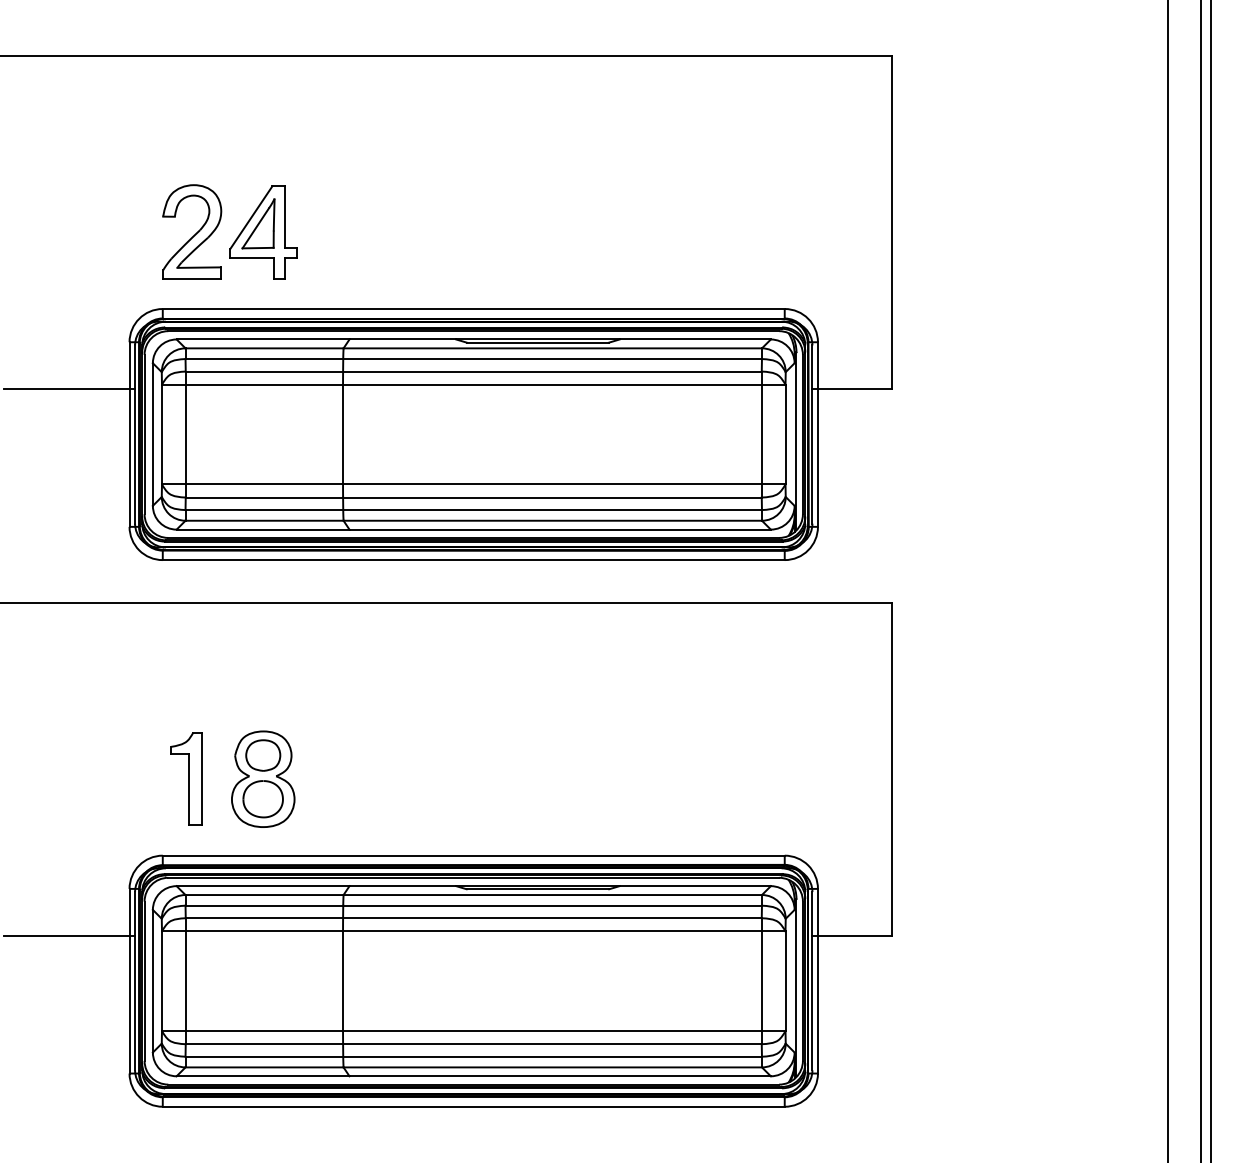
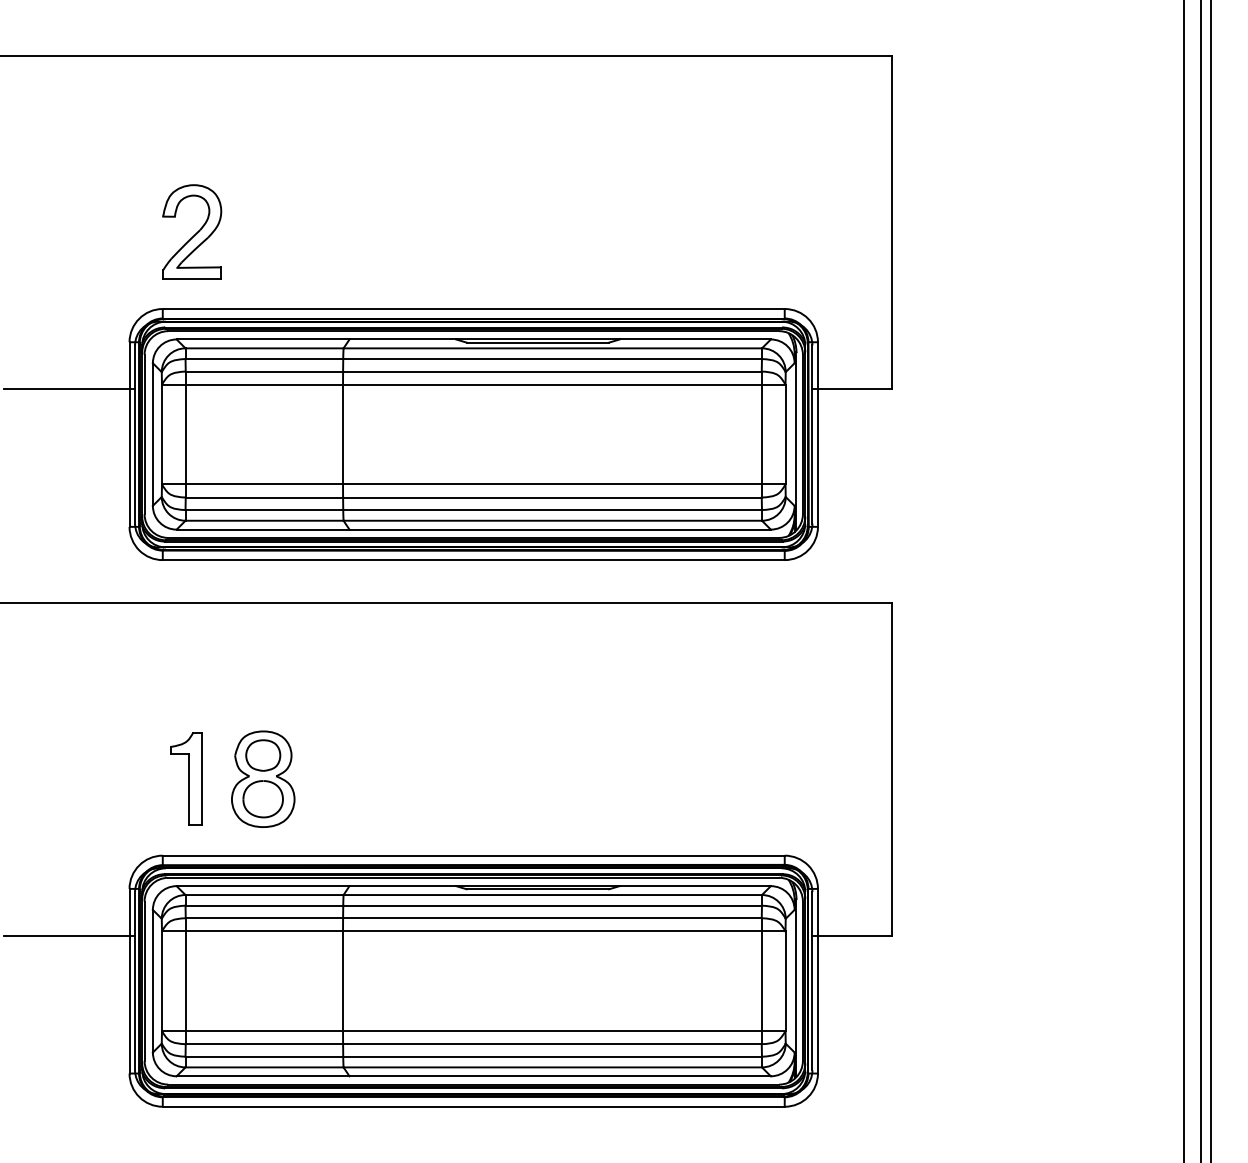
part at (263, 232): present -> none
line at (1167, 580) position: (1167, 580) -> (1183, 580)
